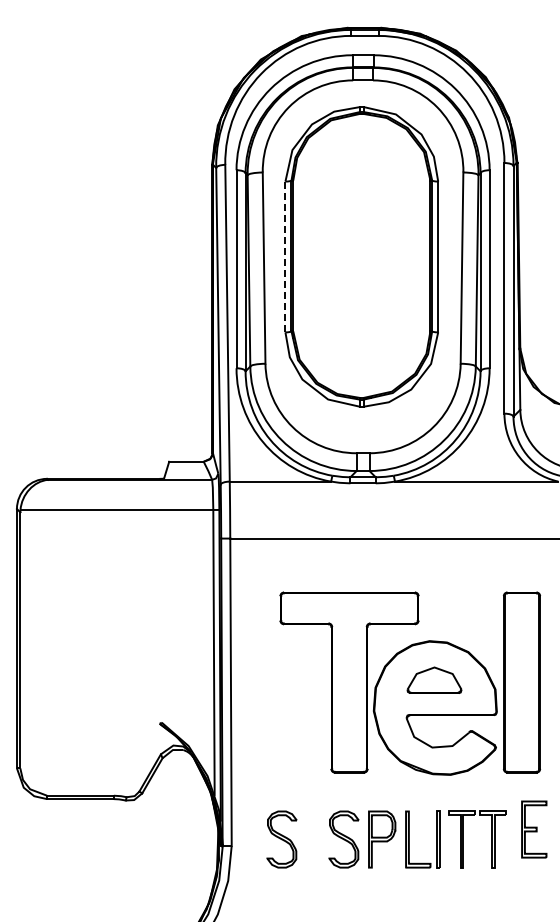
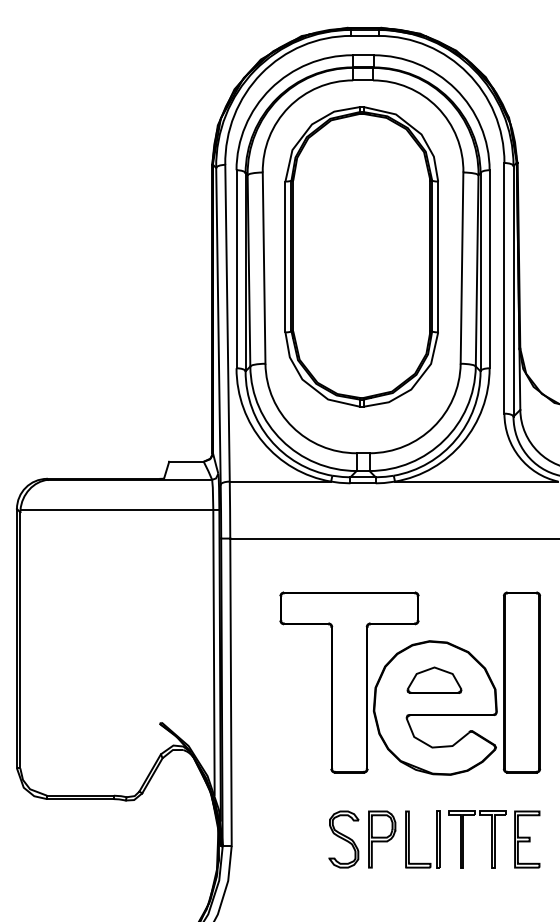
line at (285, 256): dashed -> solid
part at (534, 829) position: (534, 829) -> (527, 839)
part at (281, 839): present -> none
